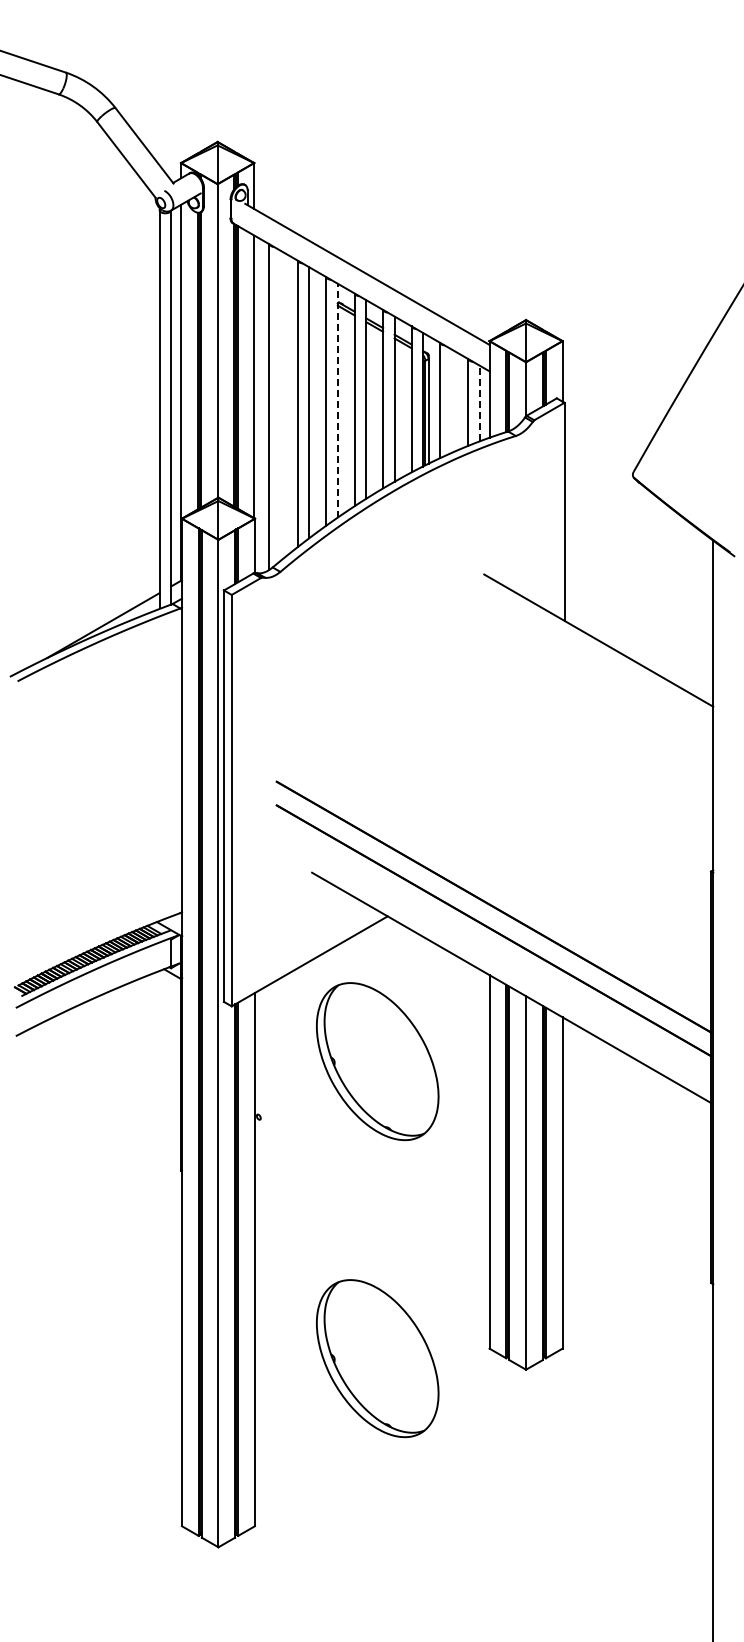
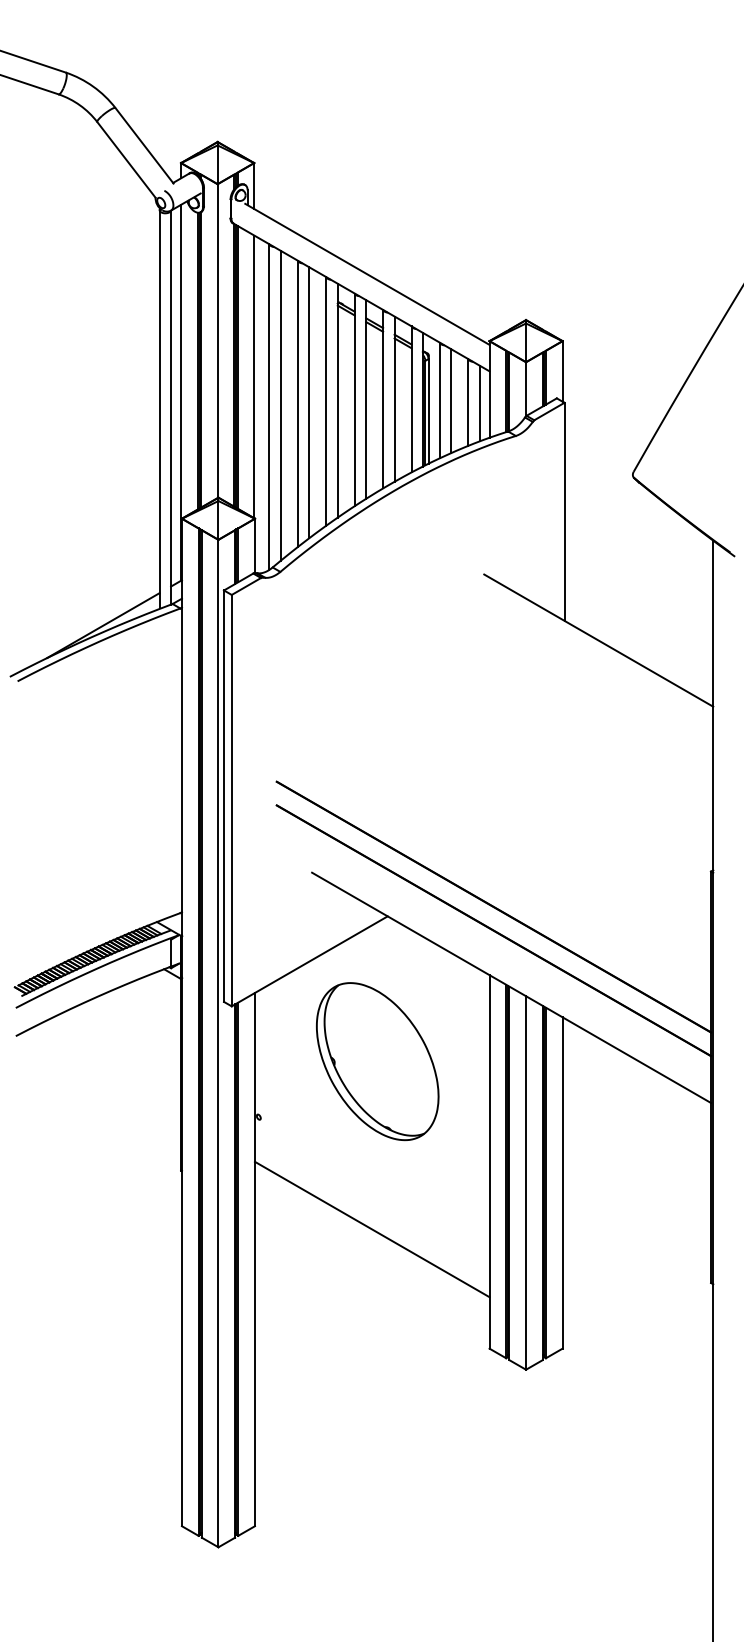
line at (337, 400): dashed -> solid
line at (451, 401): none -> present
line at (479, 403): dashed -> solid
line at (280, 405): none -> present
line at (371, 1229): none -> present
part at (377, 1358): present -> none
